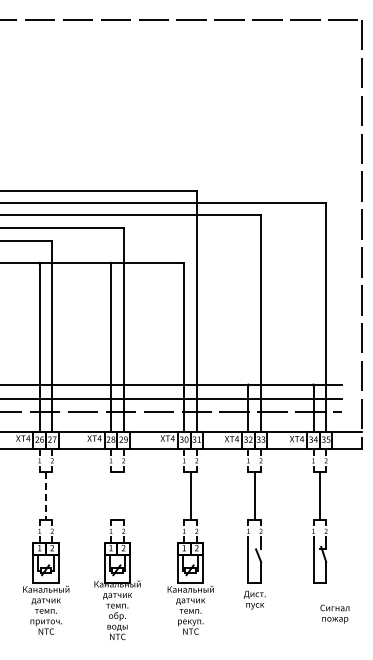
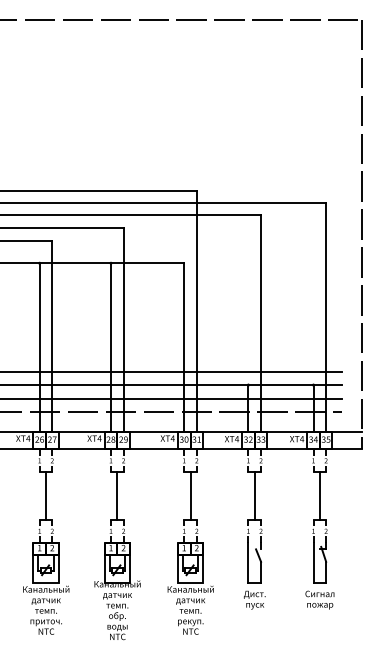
line at (172, 371): none -> present
line at (117, 495): none -> present
line at (46, 496): dashed -> solid
text at (334, 613) position: (334, 613) -> (319, 599)
